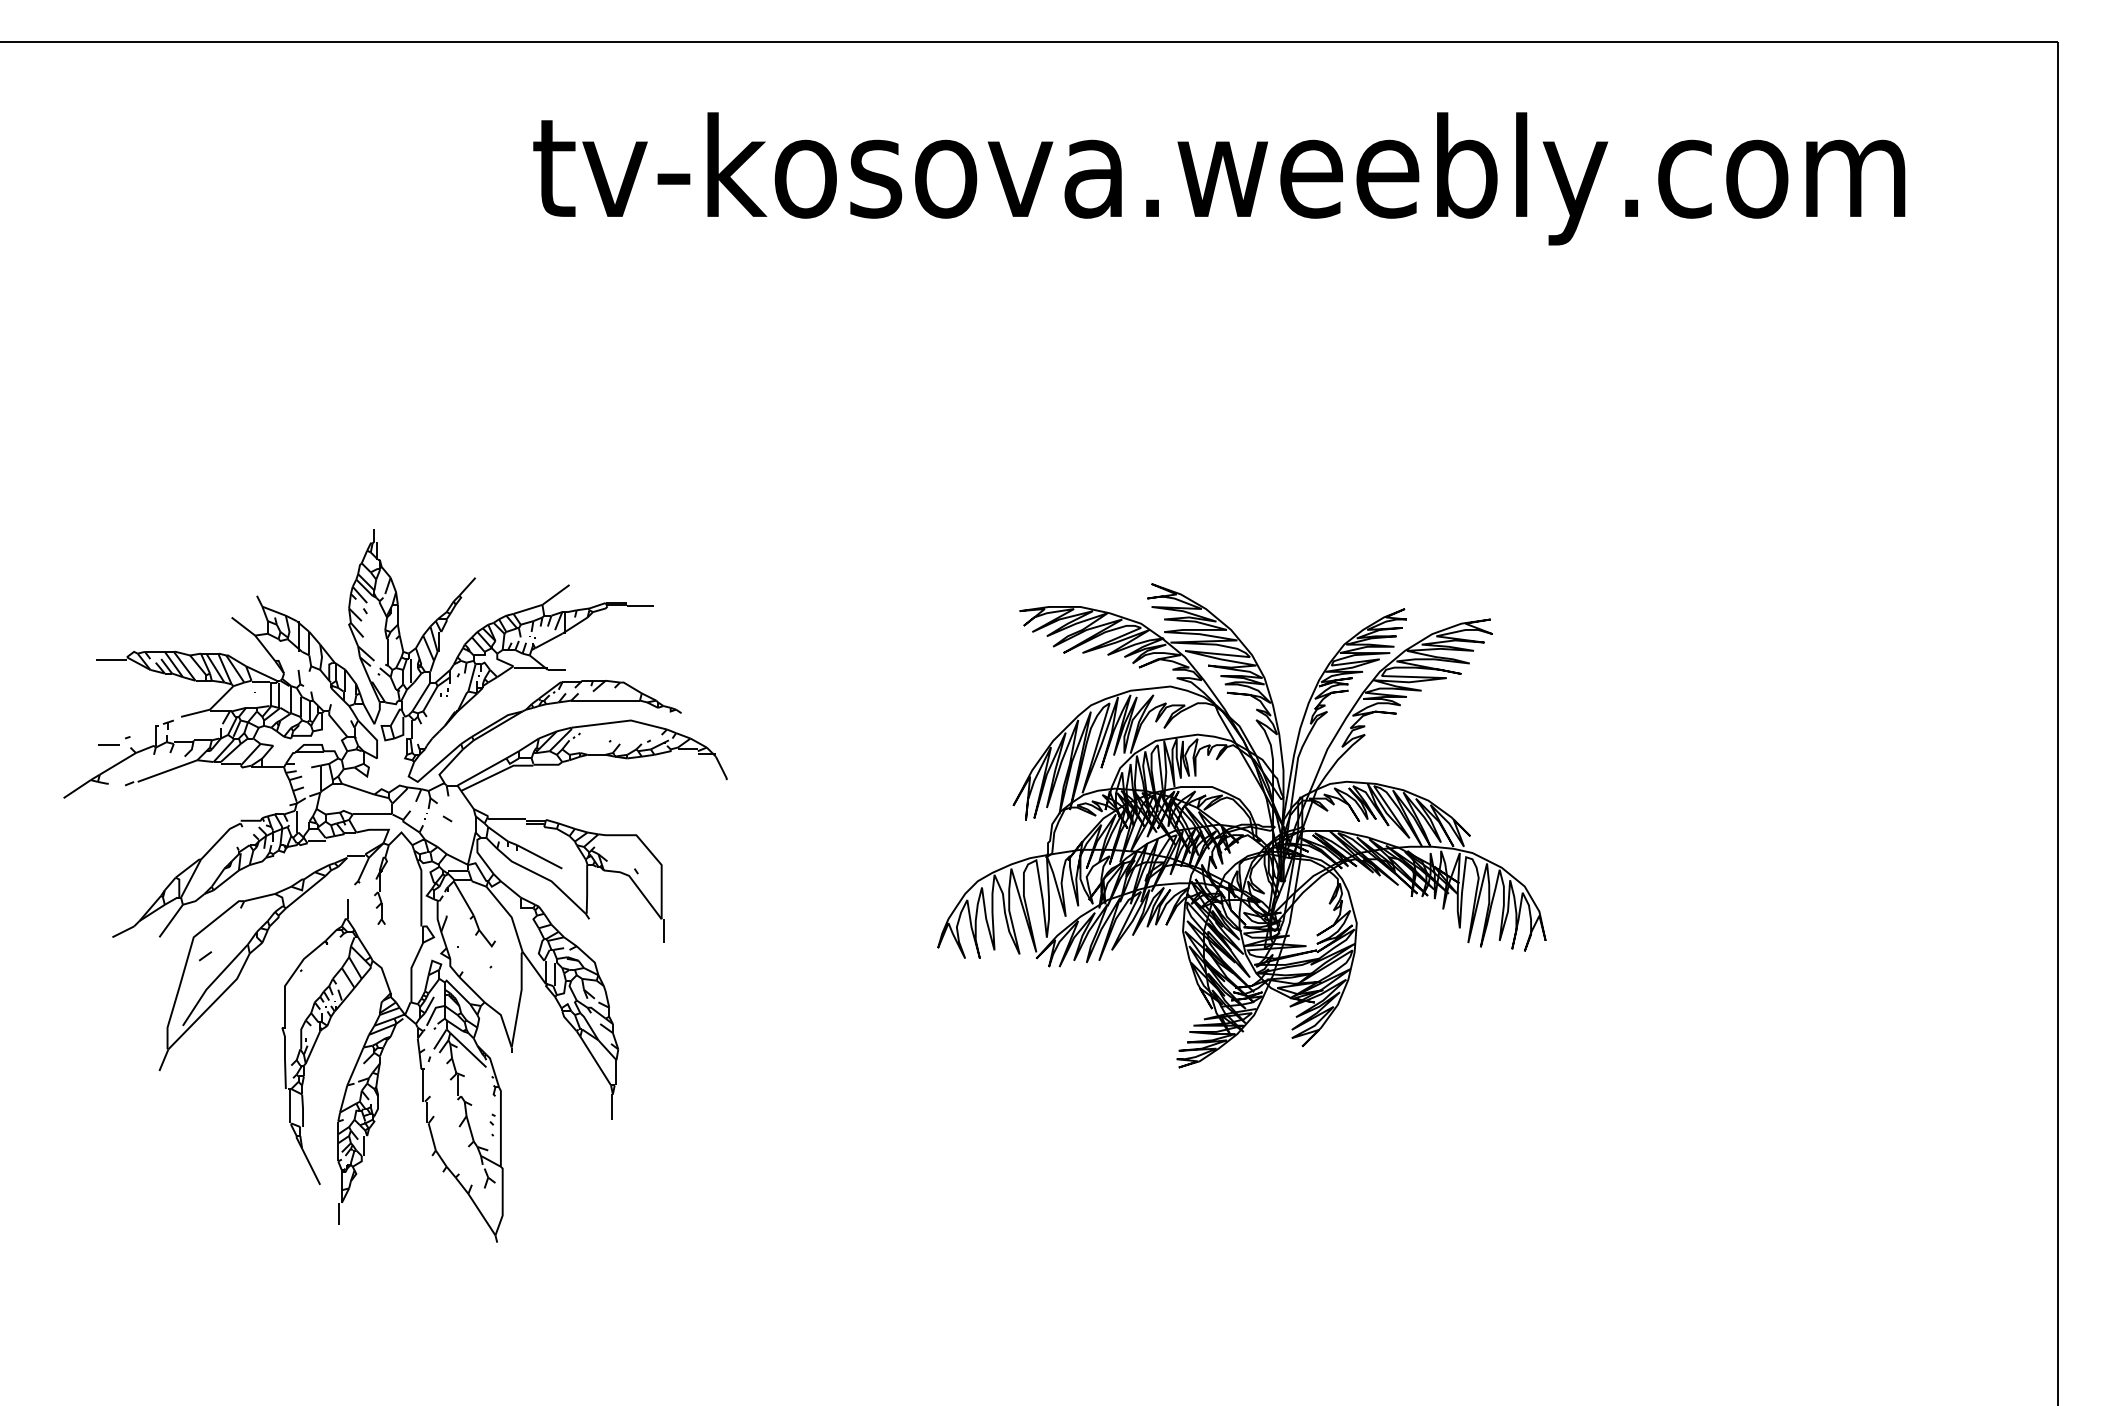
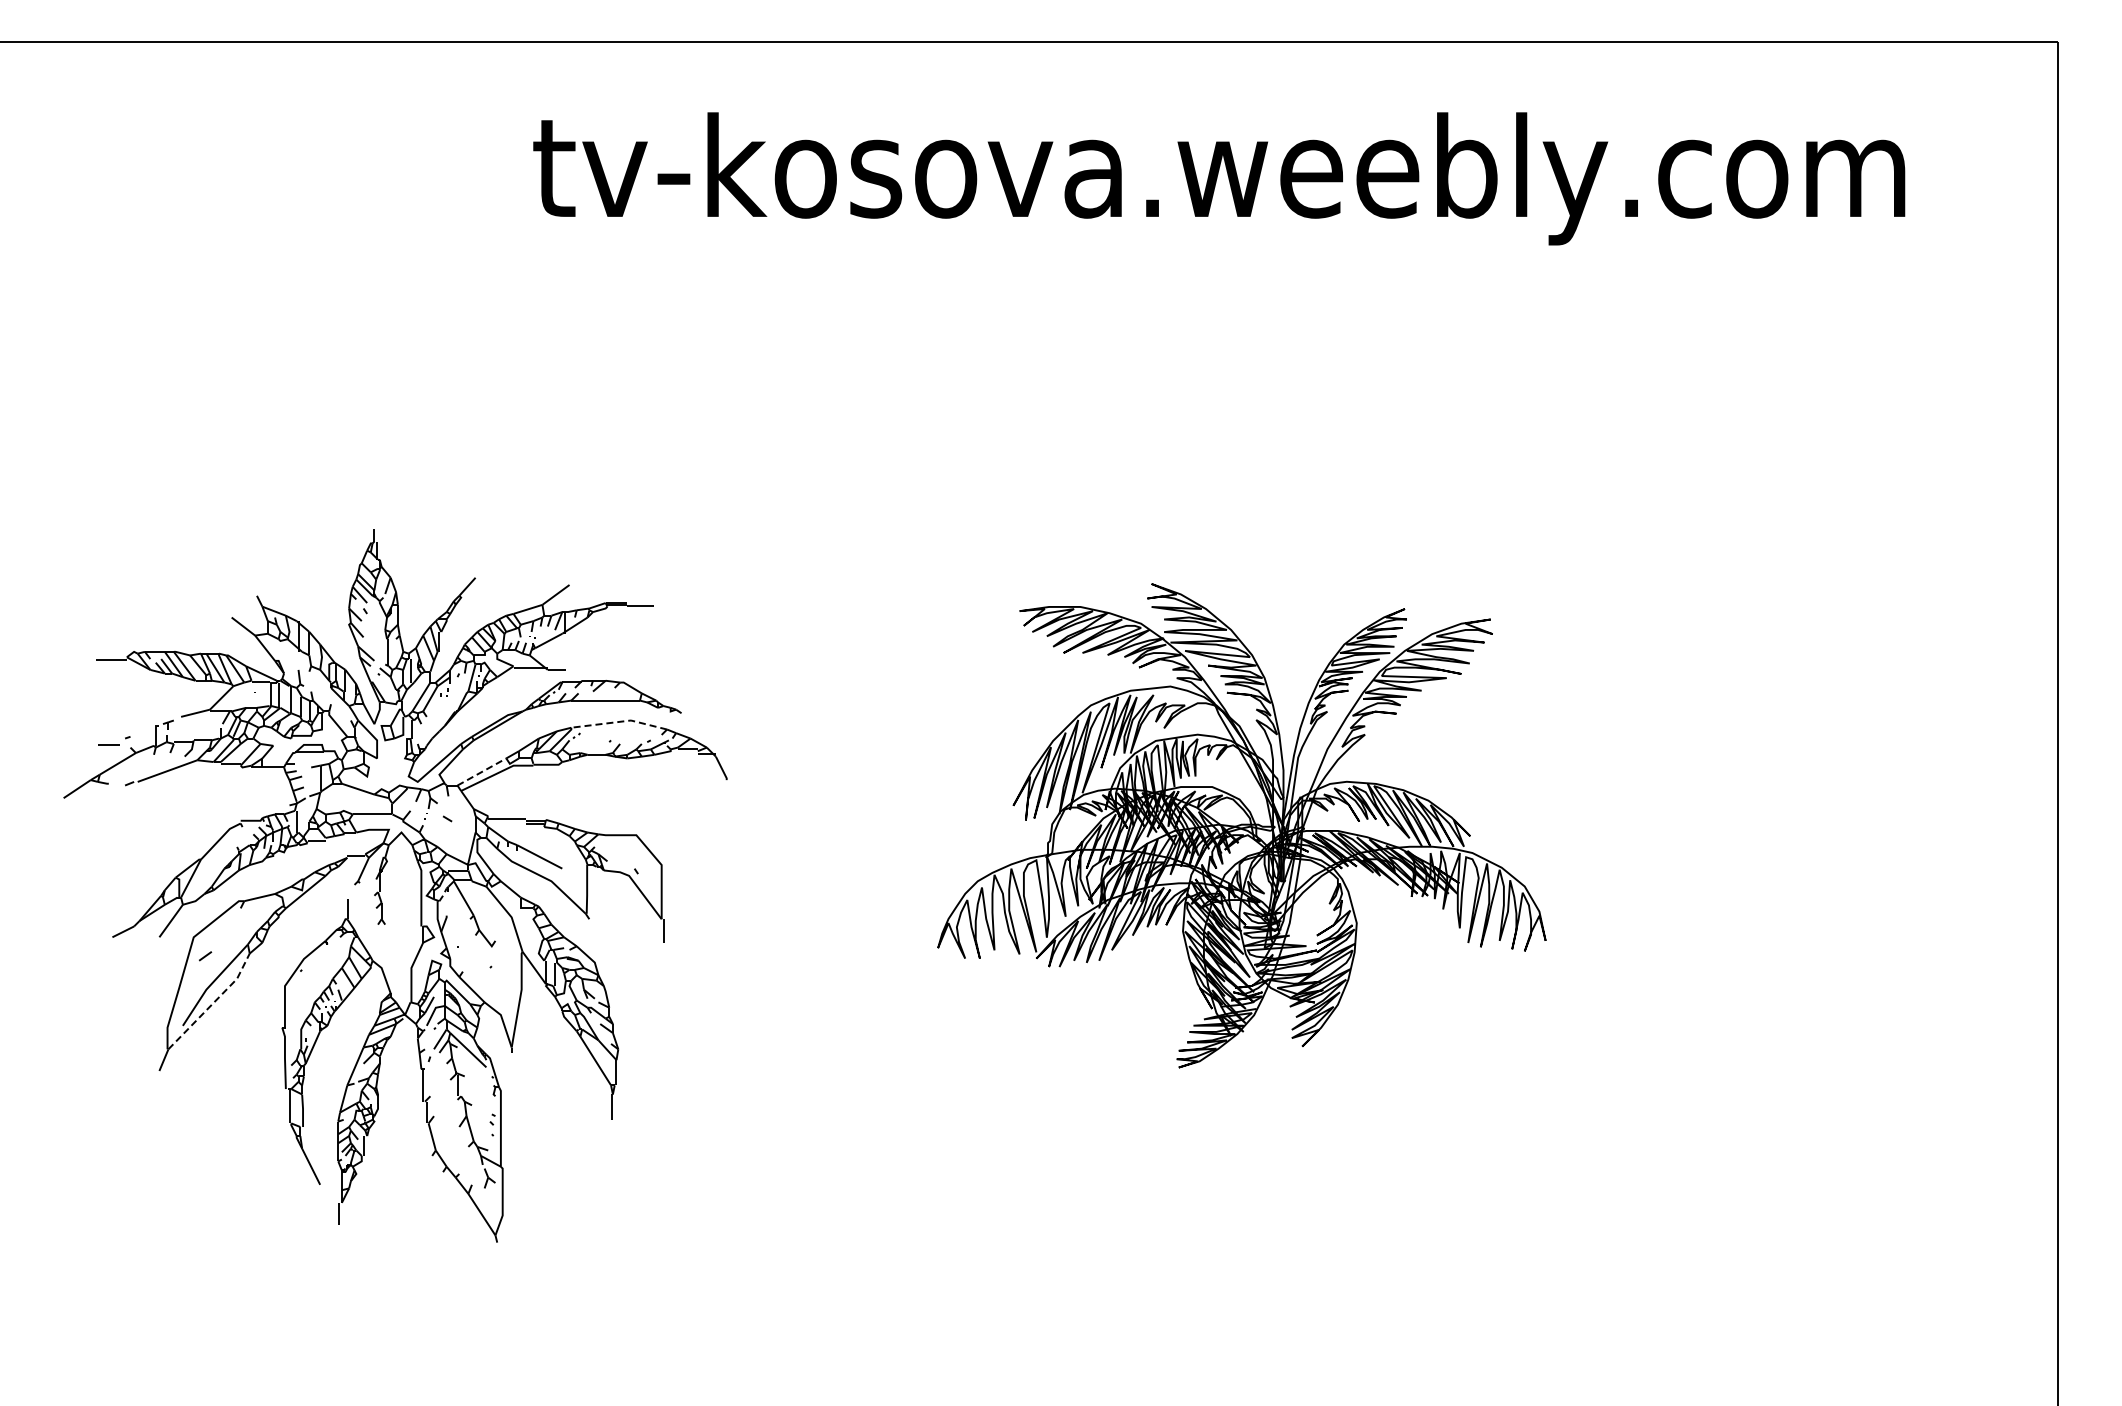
line at (620, 721): solid -> dashed
line at (481, 771): solid -> dashed
line at (213, 1003): solid -> dashed
